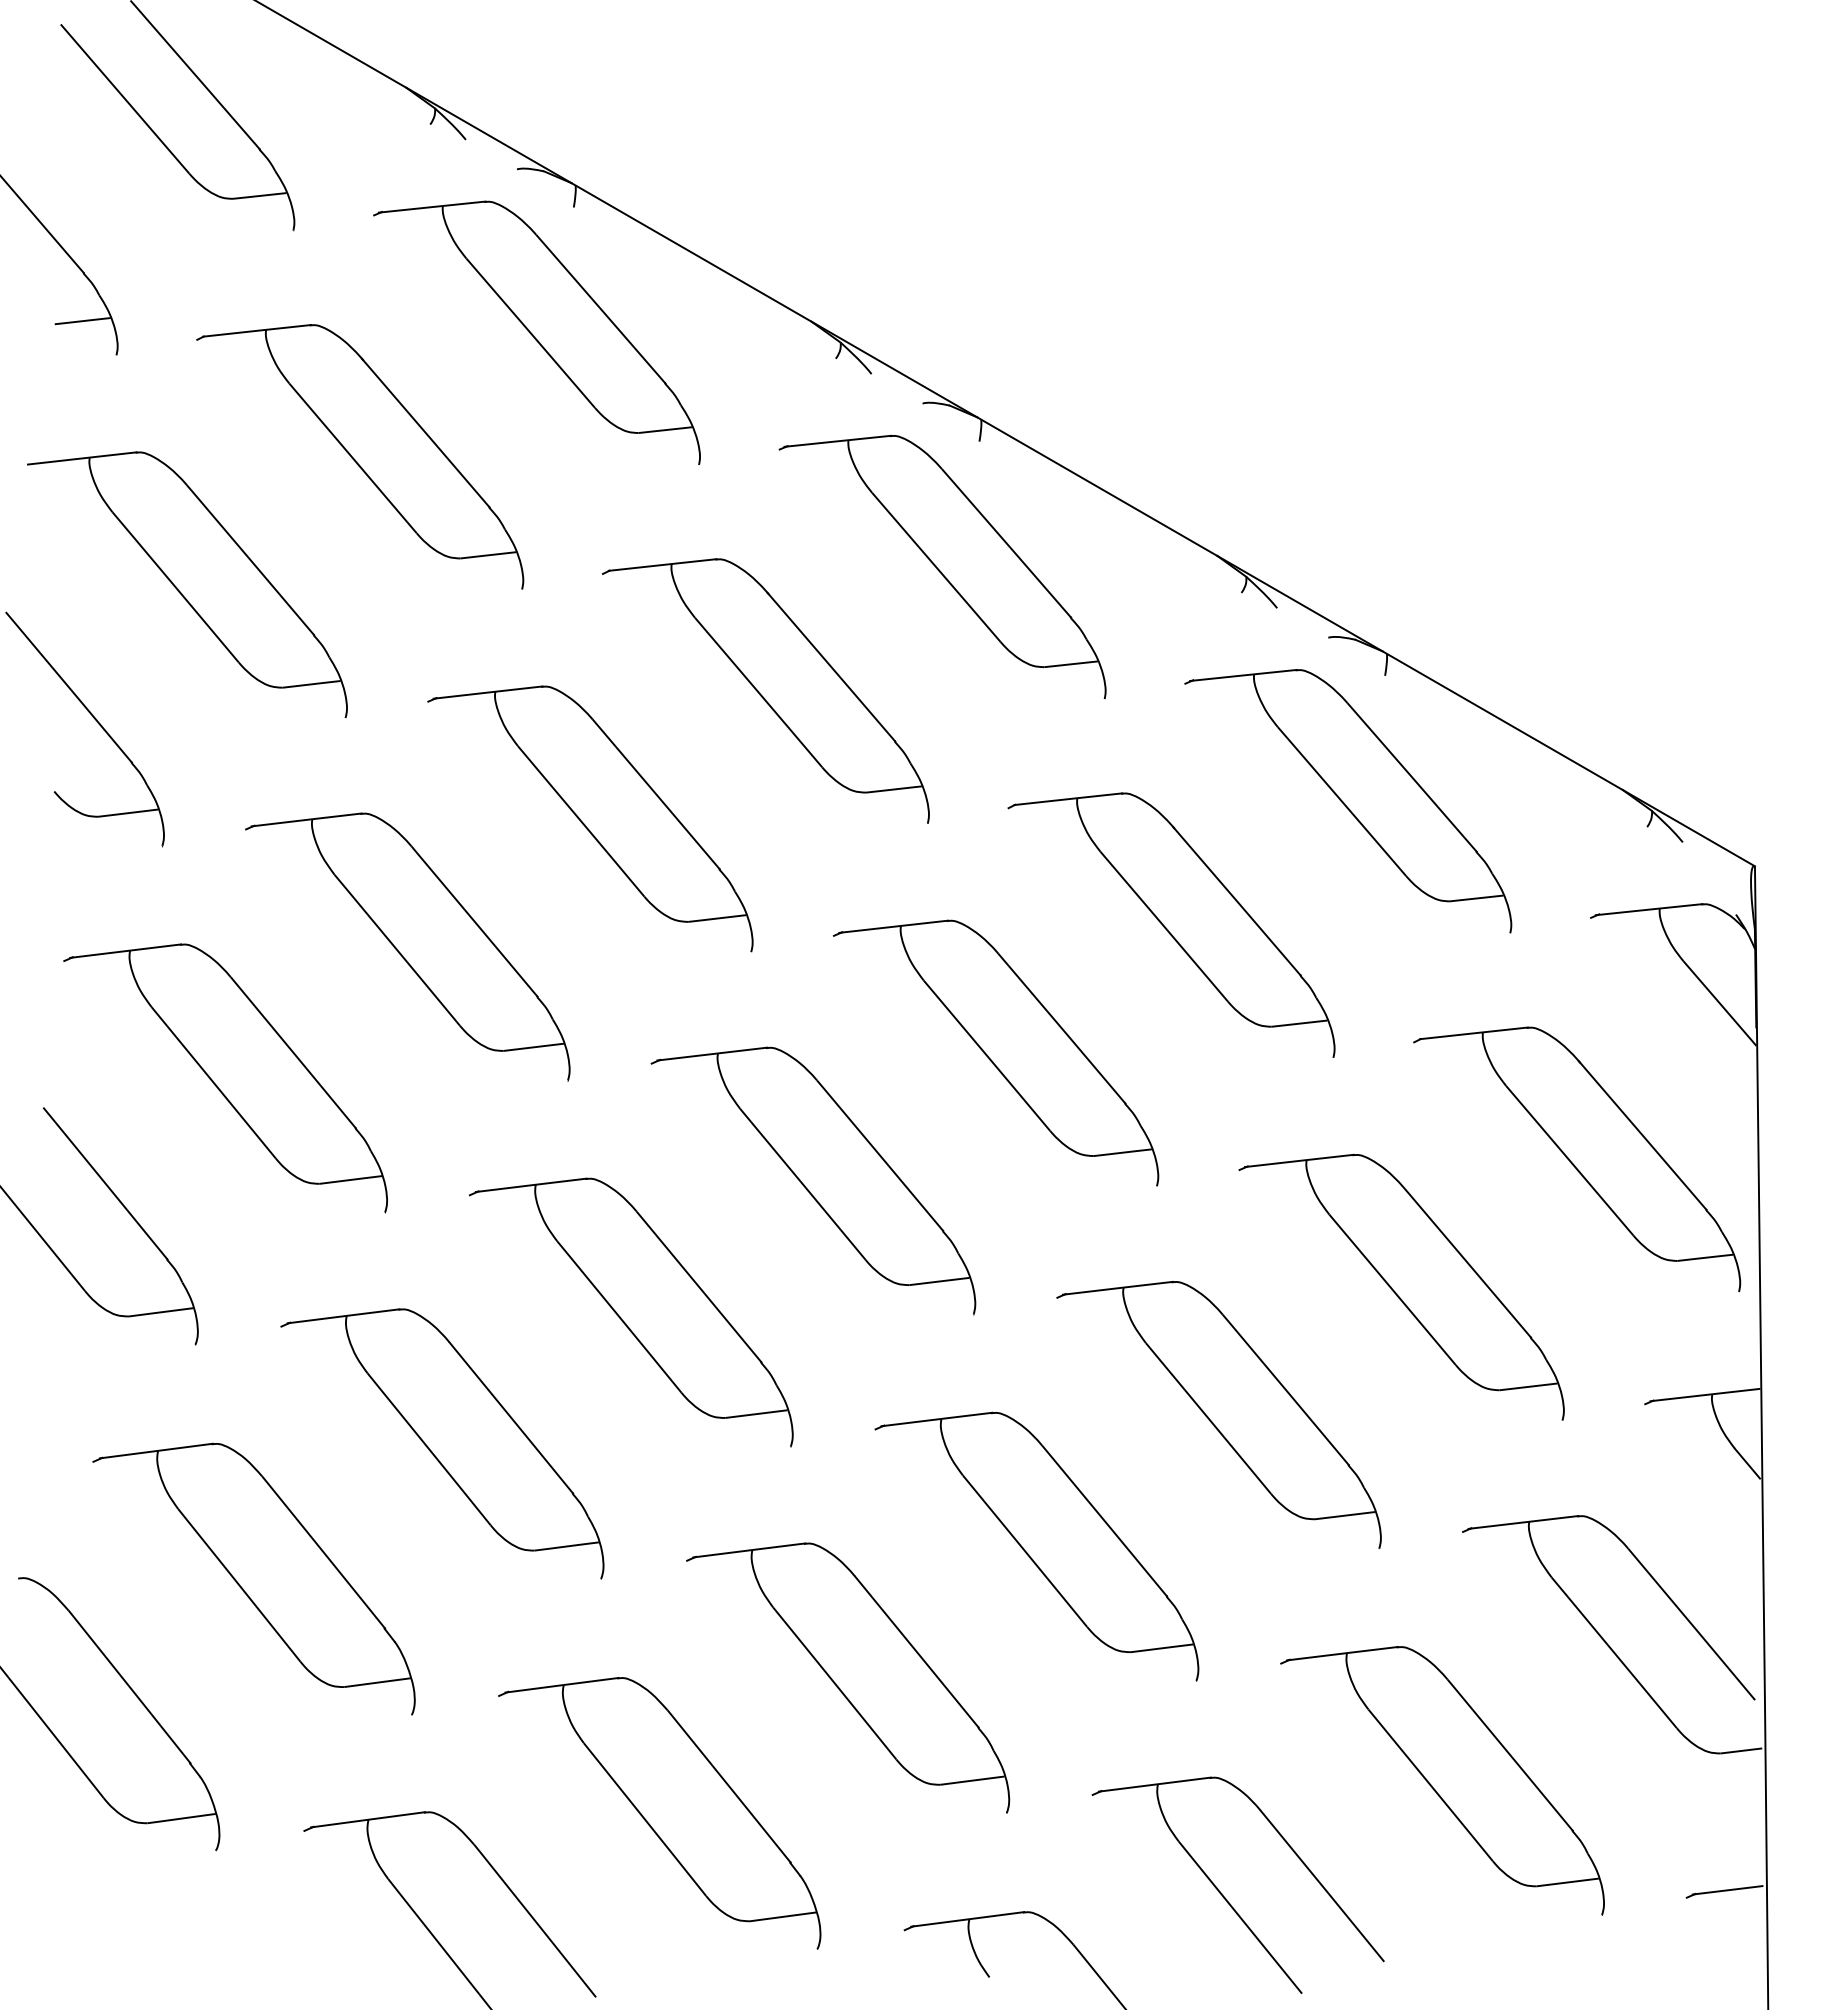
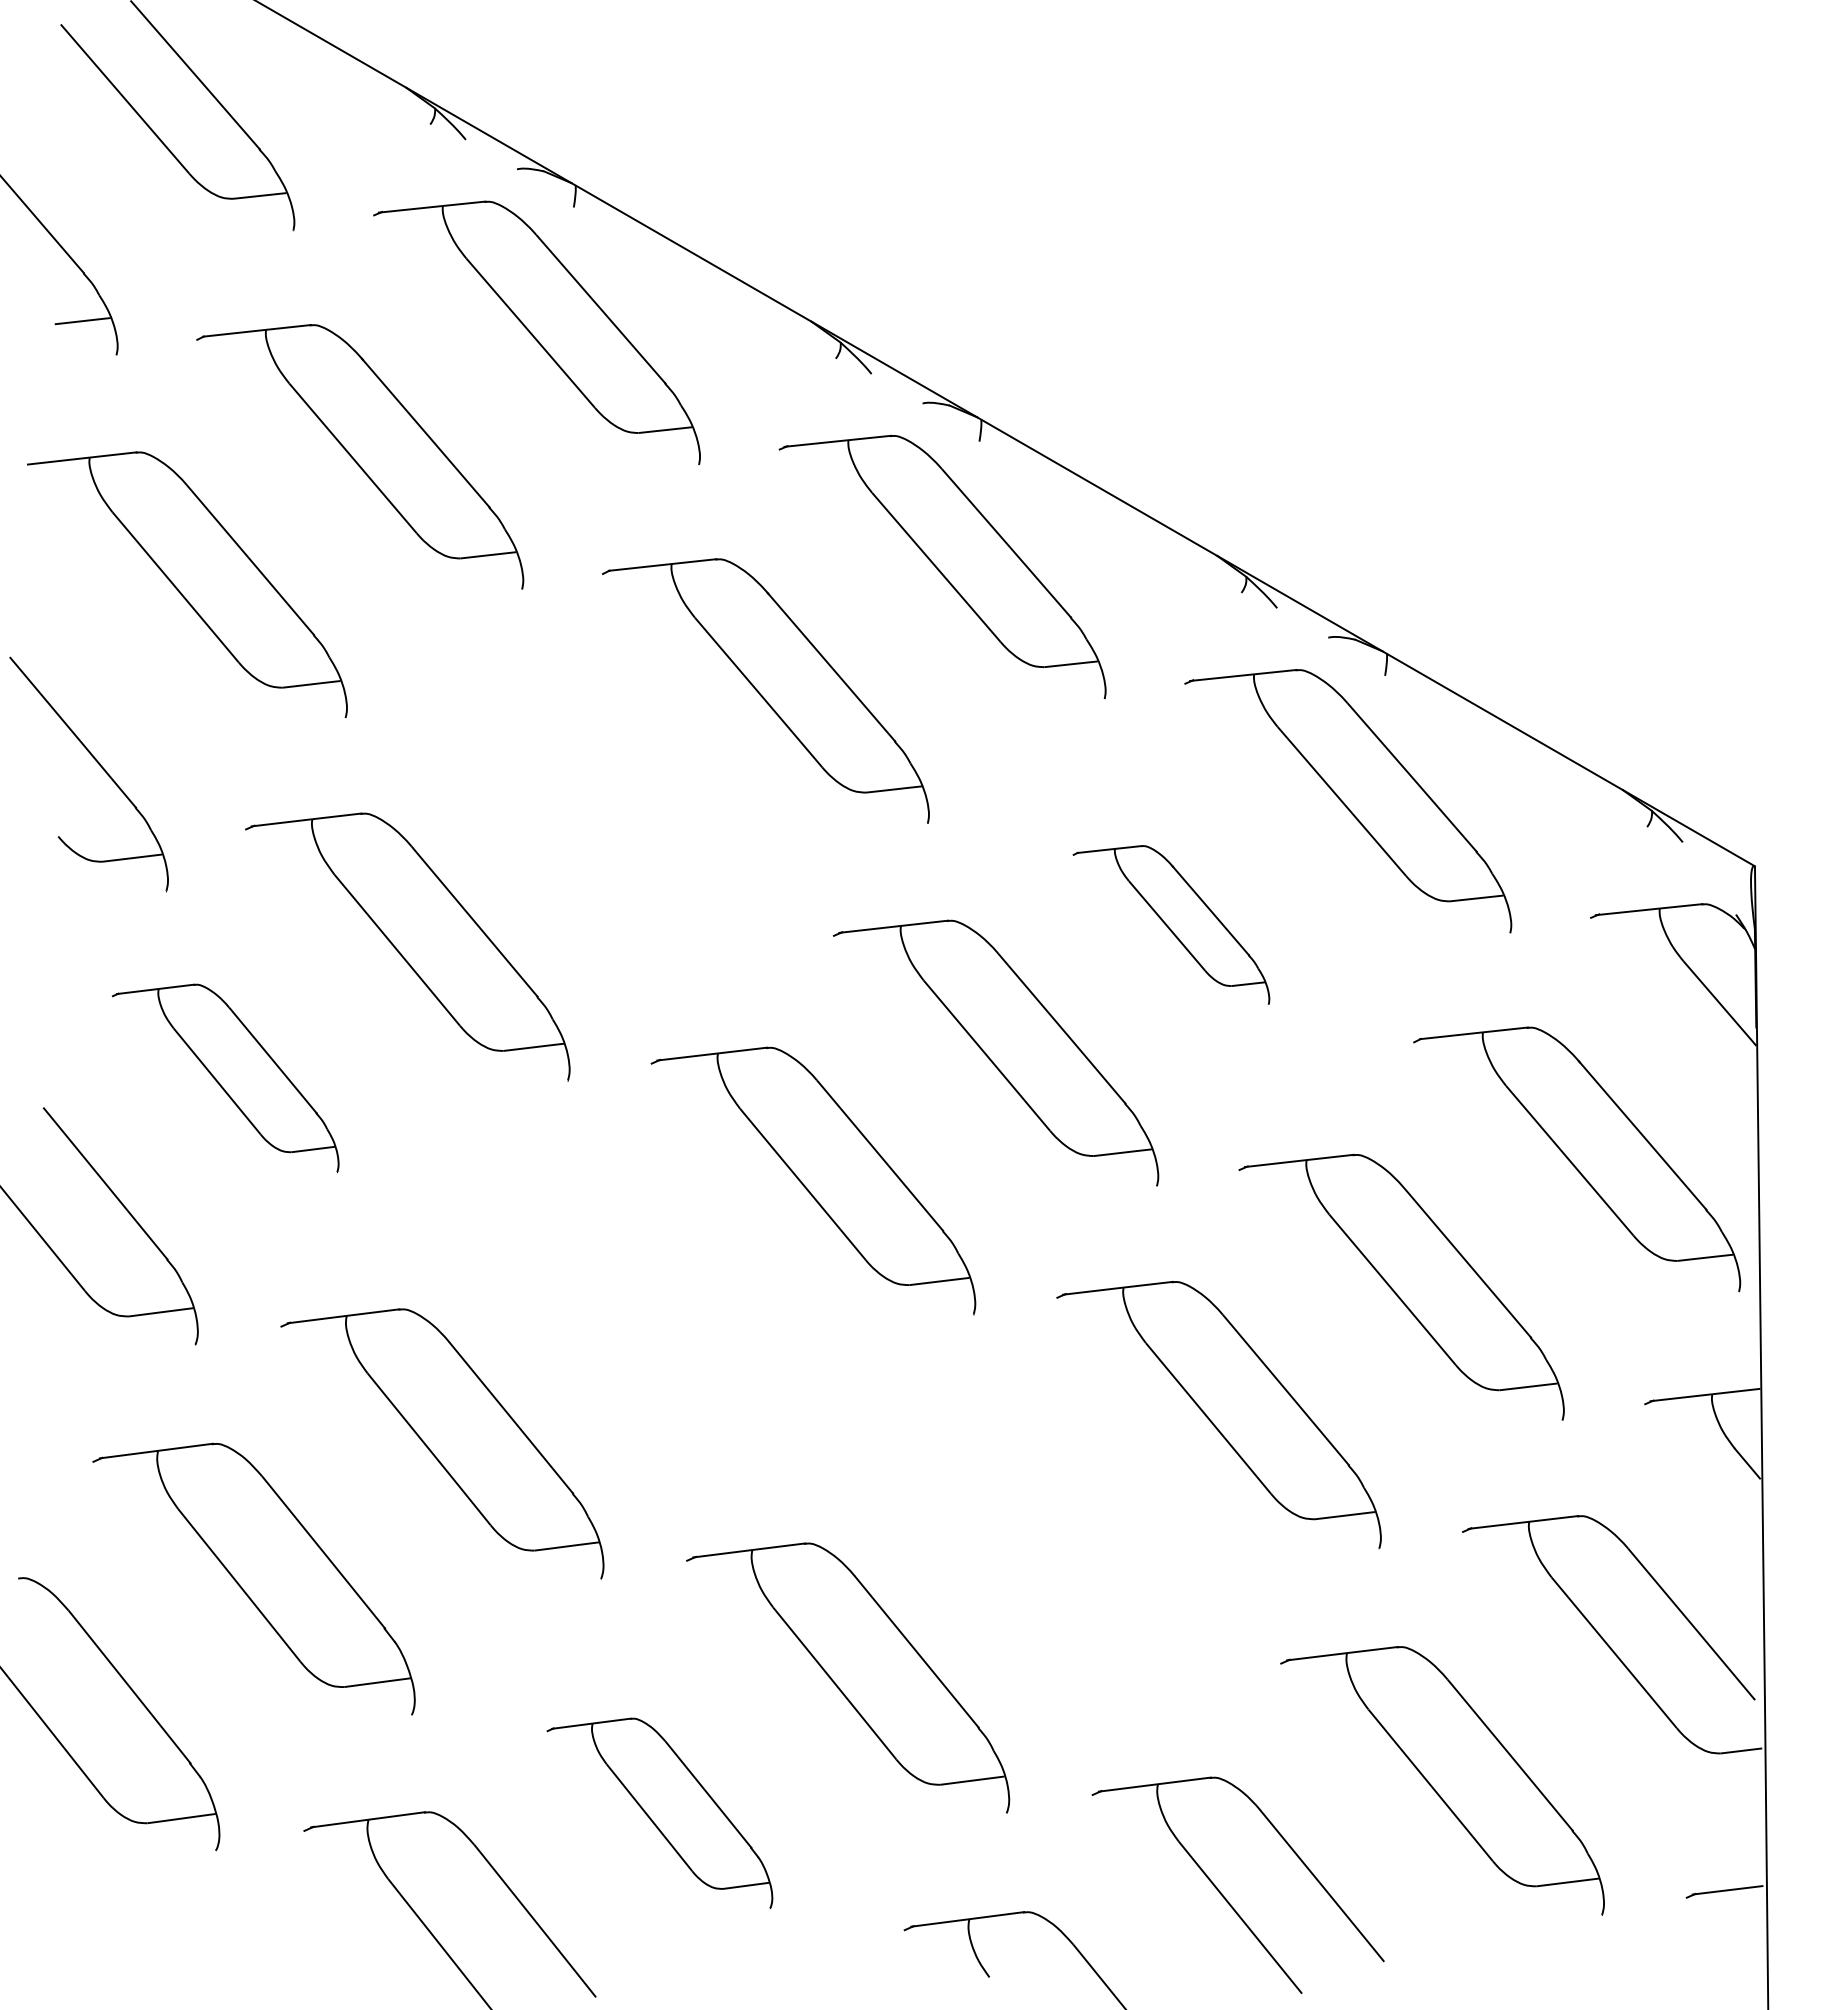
part at (94, 719) position: (94, 719) -> (98, 764)
part at (590, 818): present -> none
part at (1171, 924) size: 329x266 px -> 199x160 px
part at (225, 1078) size: 325x271 px -> 228x191 px
part at (631, 1312): present -> none
part at (1036, 1546): present -> none
part at (659, 1813) size: 324x273 px -> 228x192 px
